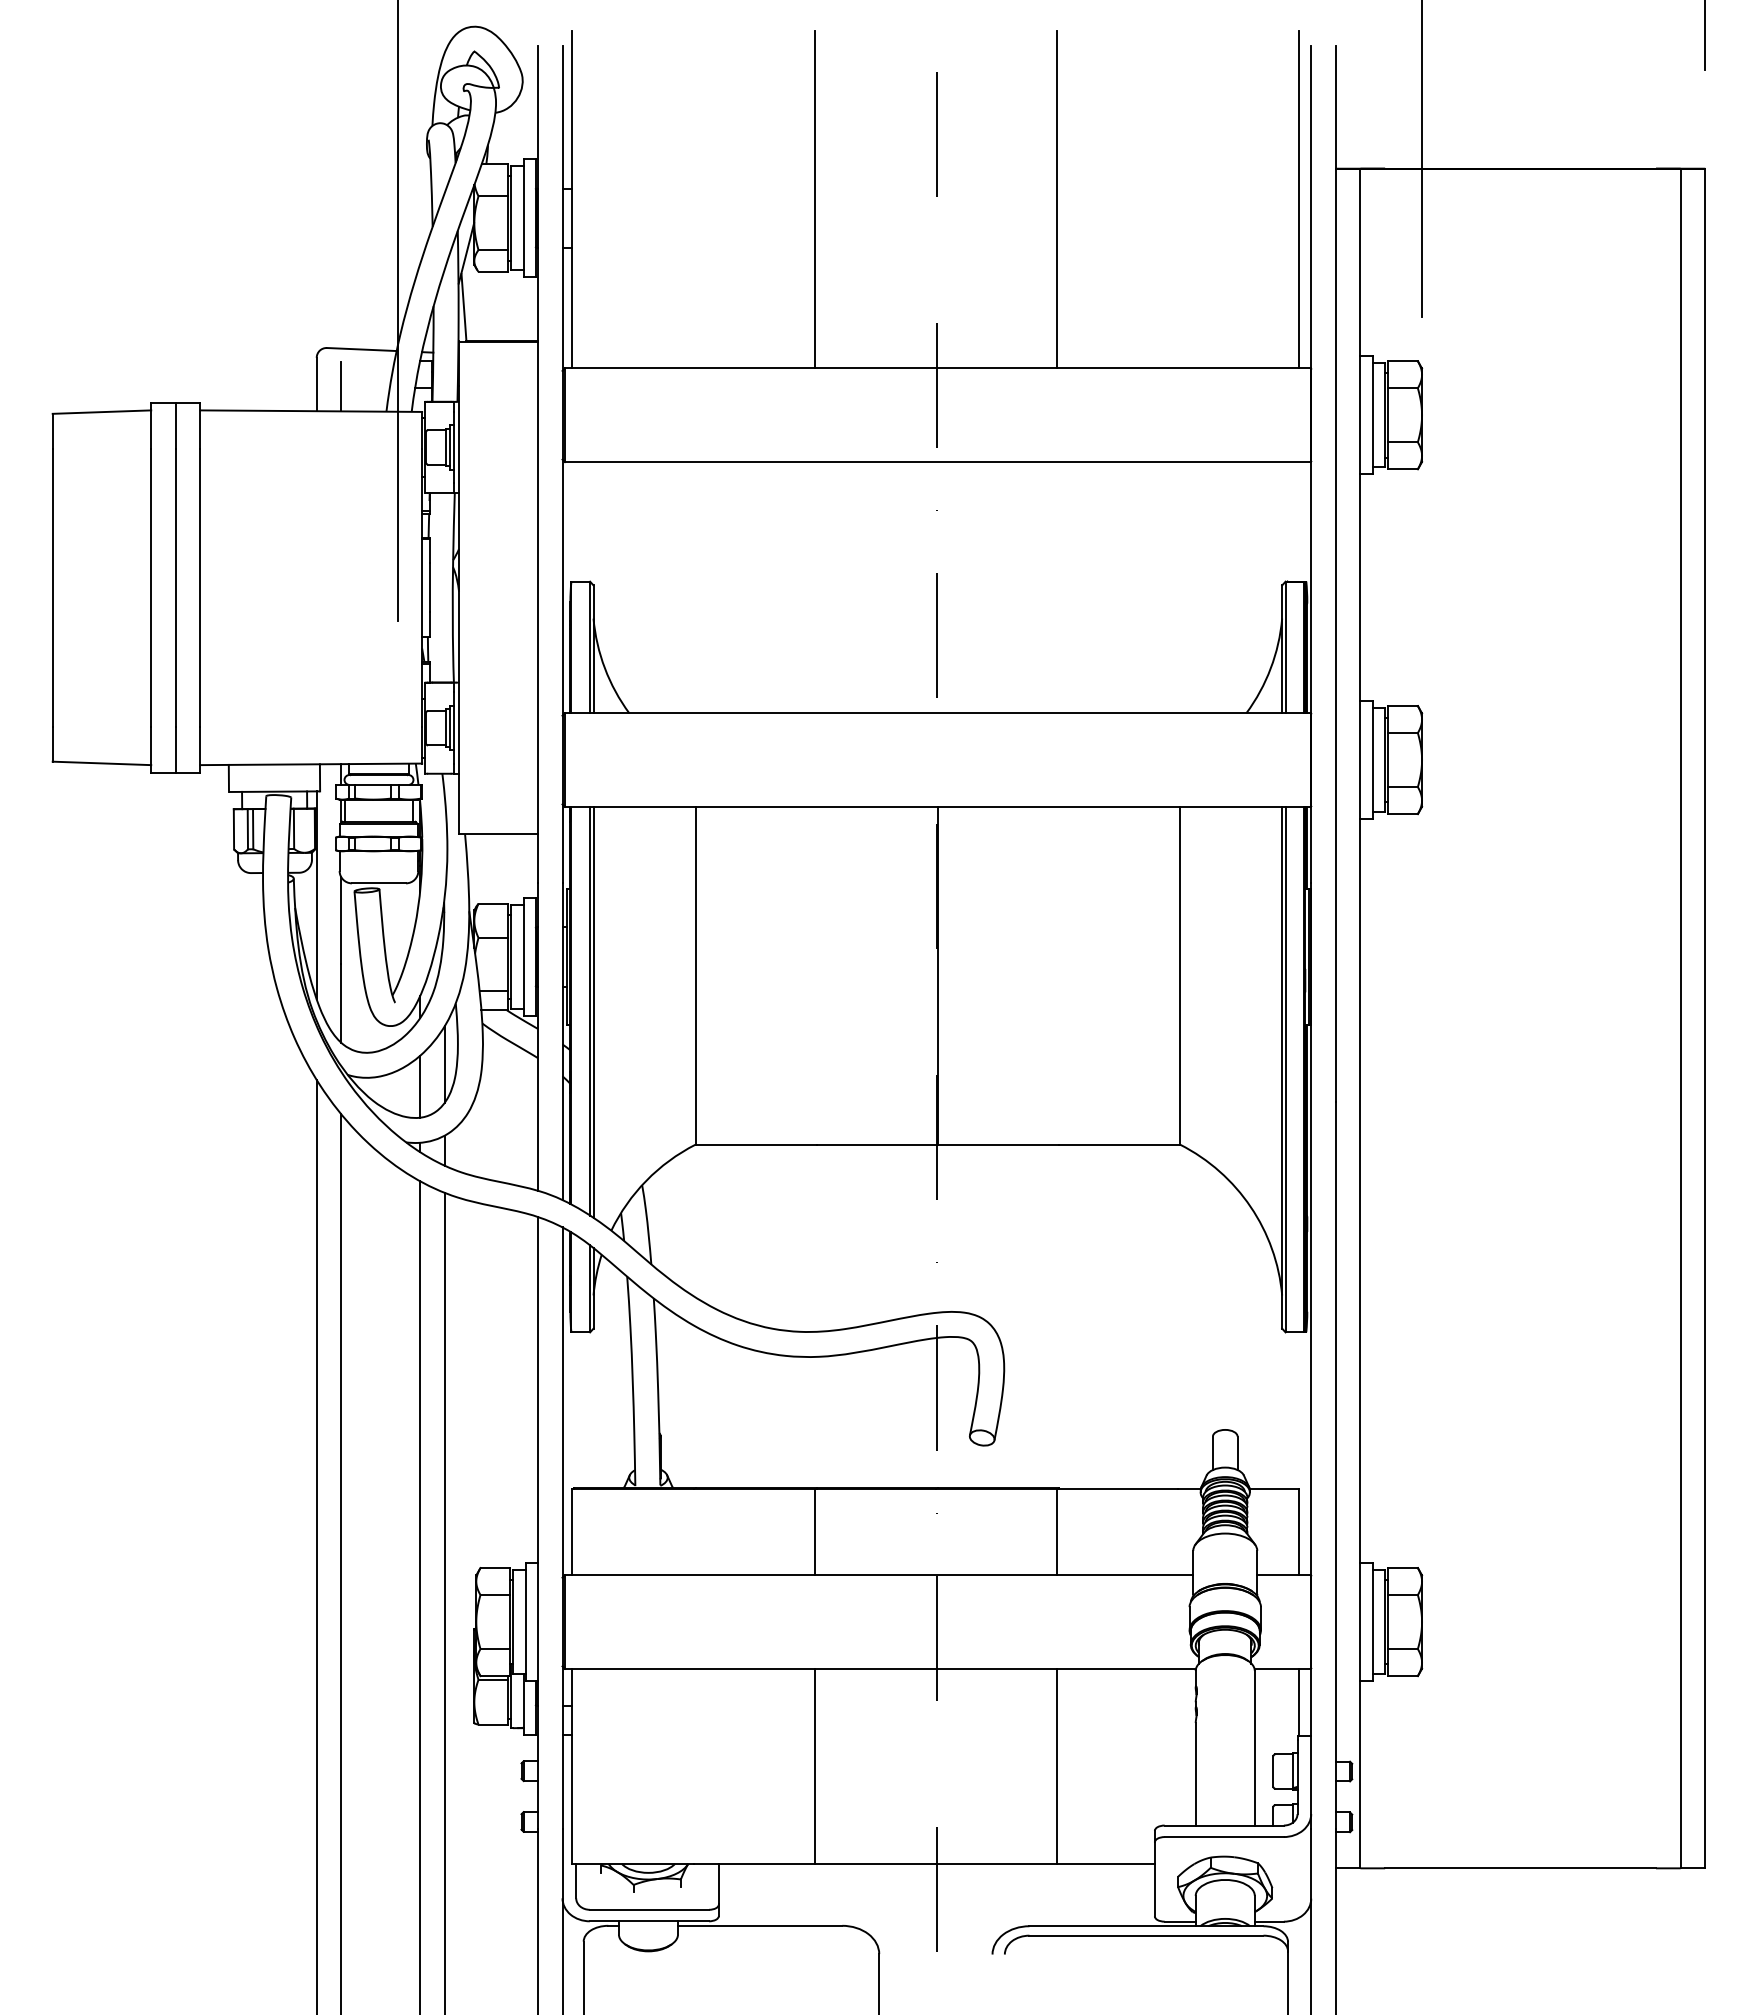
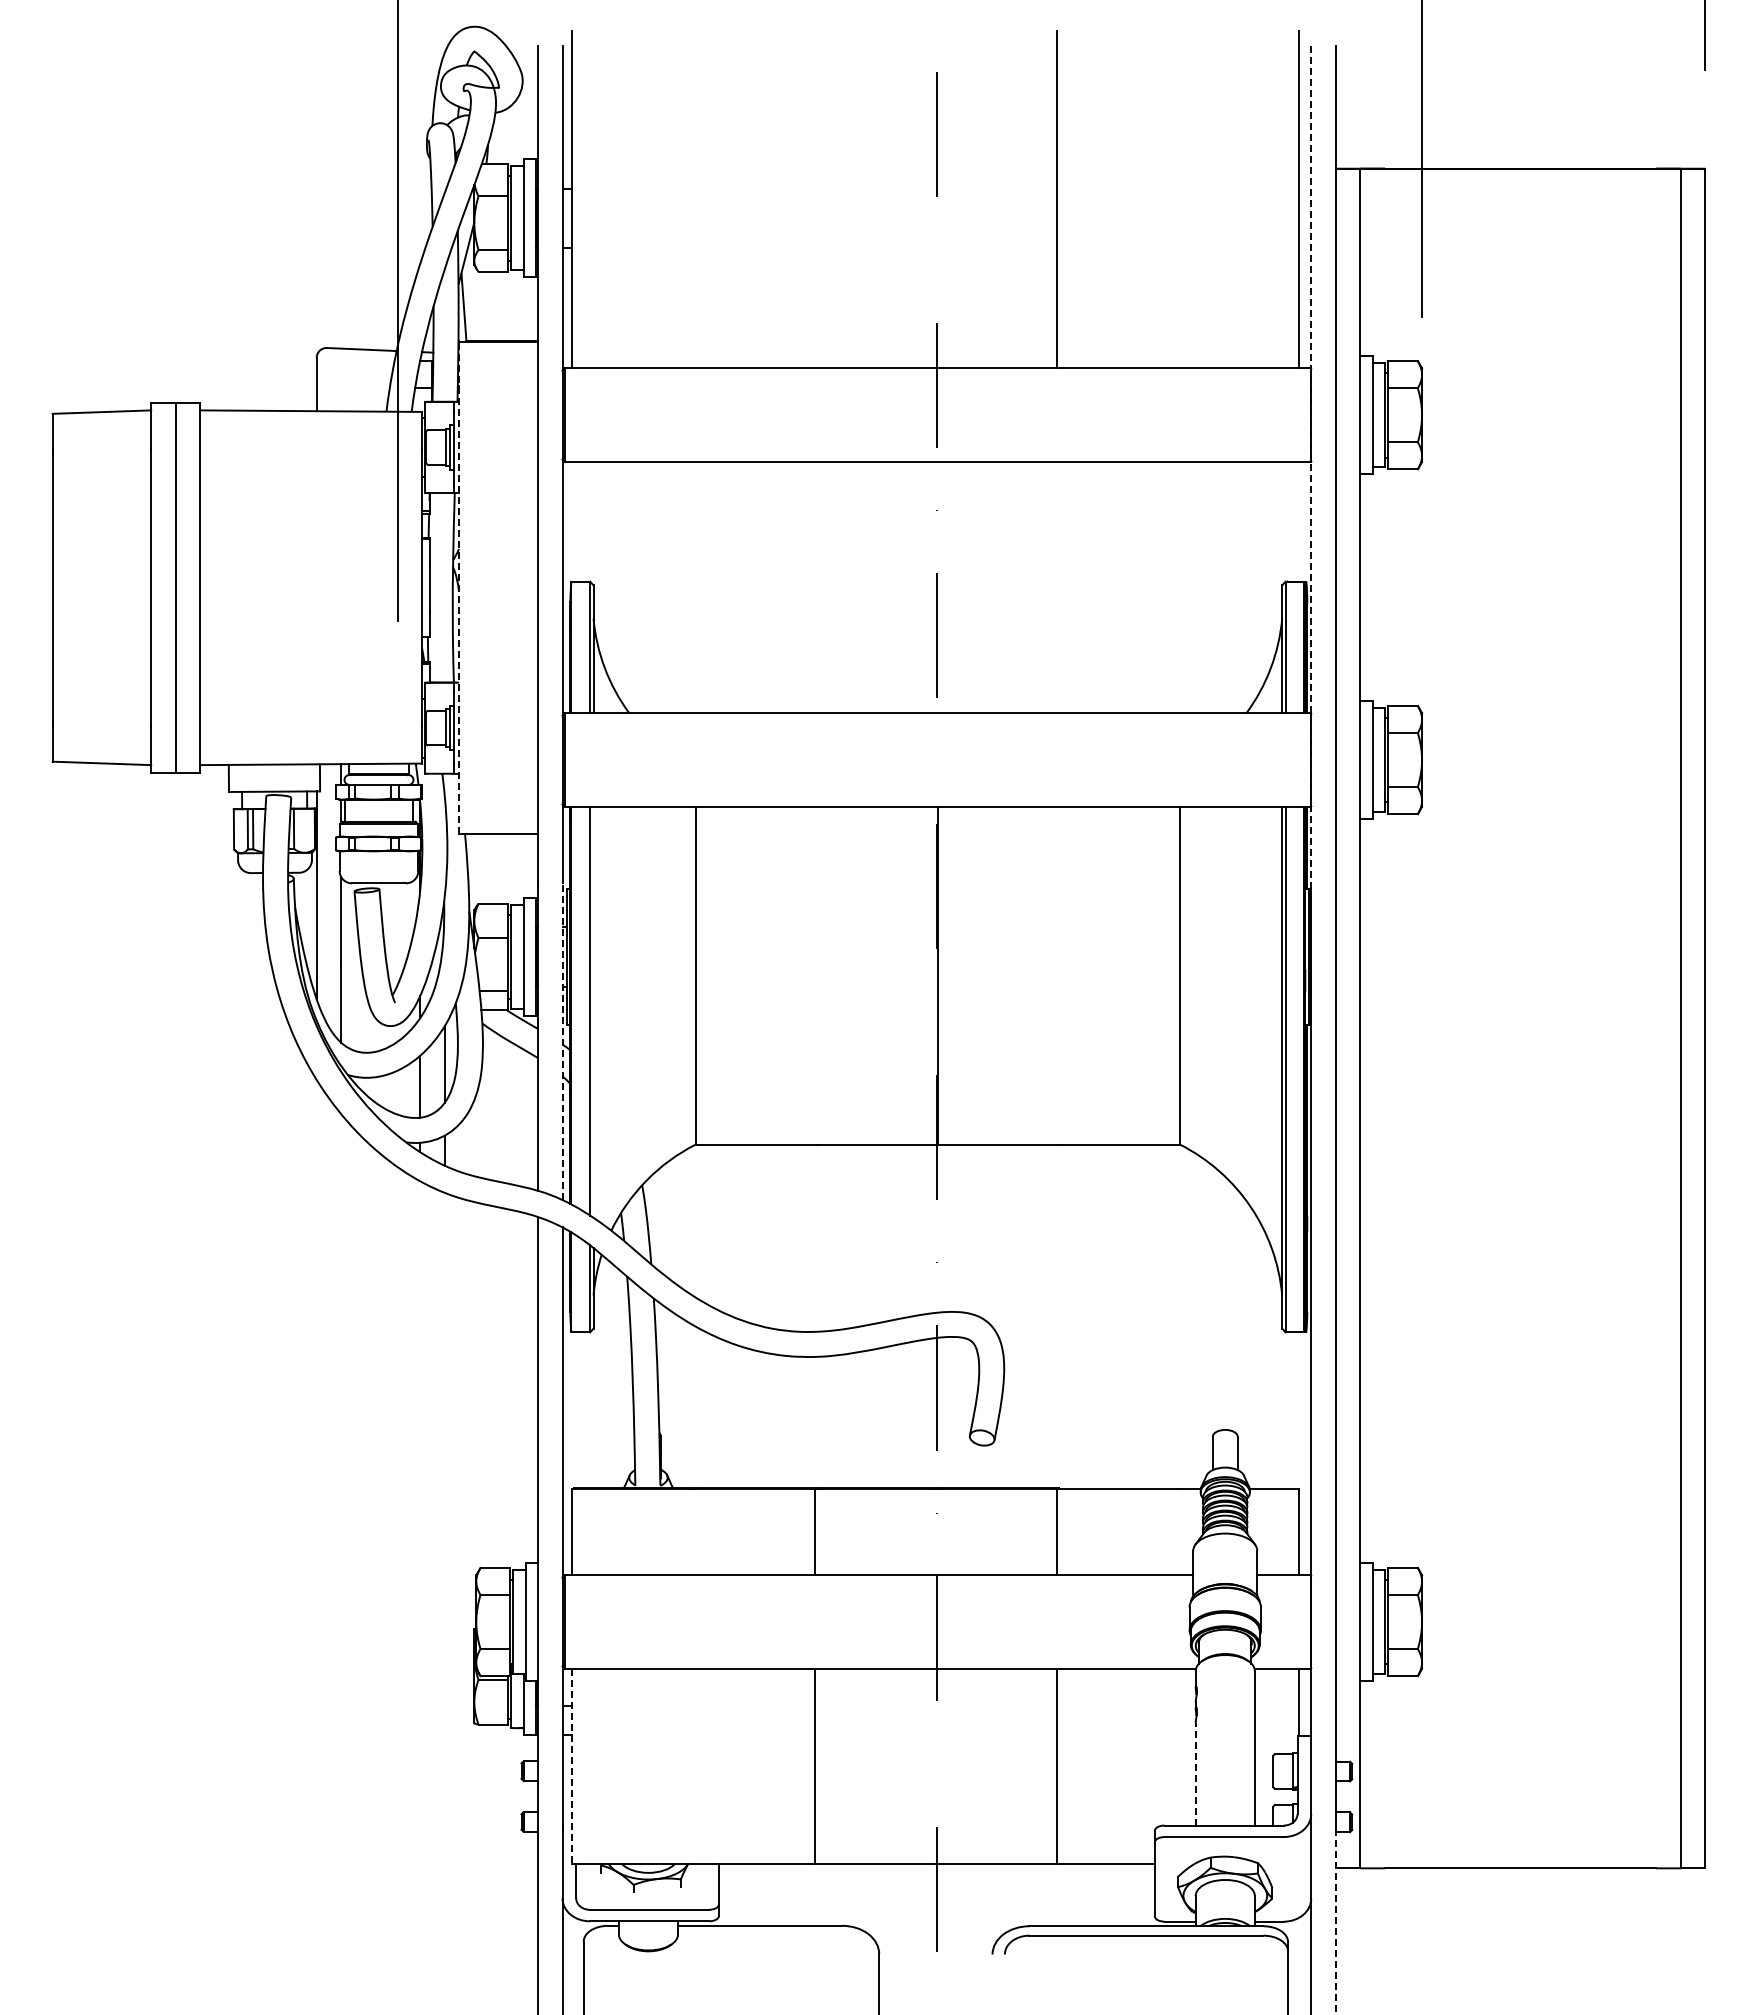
line at (814, 199): present -> none
line at (341, 386): present -> none
line at (1311, 464): solid -> dashed
line at (459, 587): solid -> dashed
line at (593, 1011): present -> none
line at (562, 1041): solid -> dashed
line at (316, 1545): present -> none
line at (341, 1562): present -> none
line at (420, 1596): present -> none
line at (444, 1601): present -> none
line at (572, 1766): solid -> dashed
line at (1195, 1773): solid -> dashed
line at (1335, 1921): solid -> dashed
